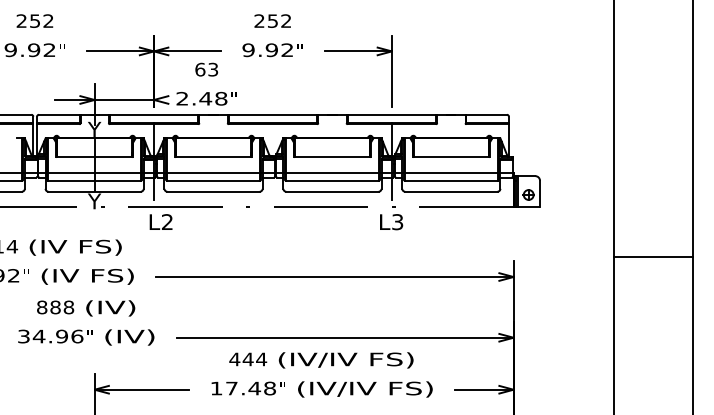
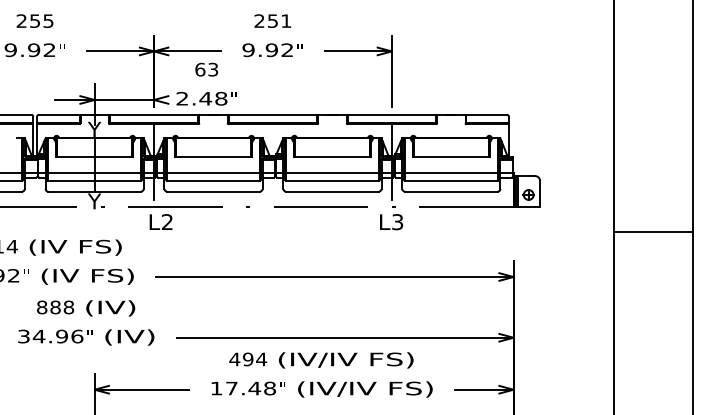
text at (48, 20): 252 -> 255
text at (286, 20): 252 -> 251
line at (652, 257) position: (652, 257) -> (652, 232)
text at (247, 359): 444 -> 494
